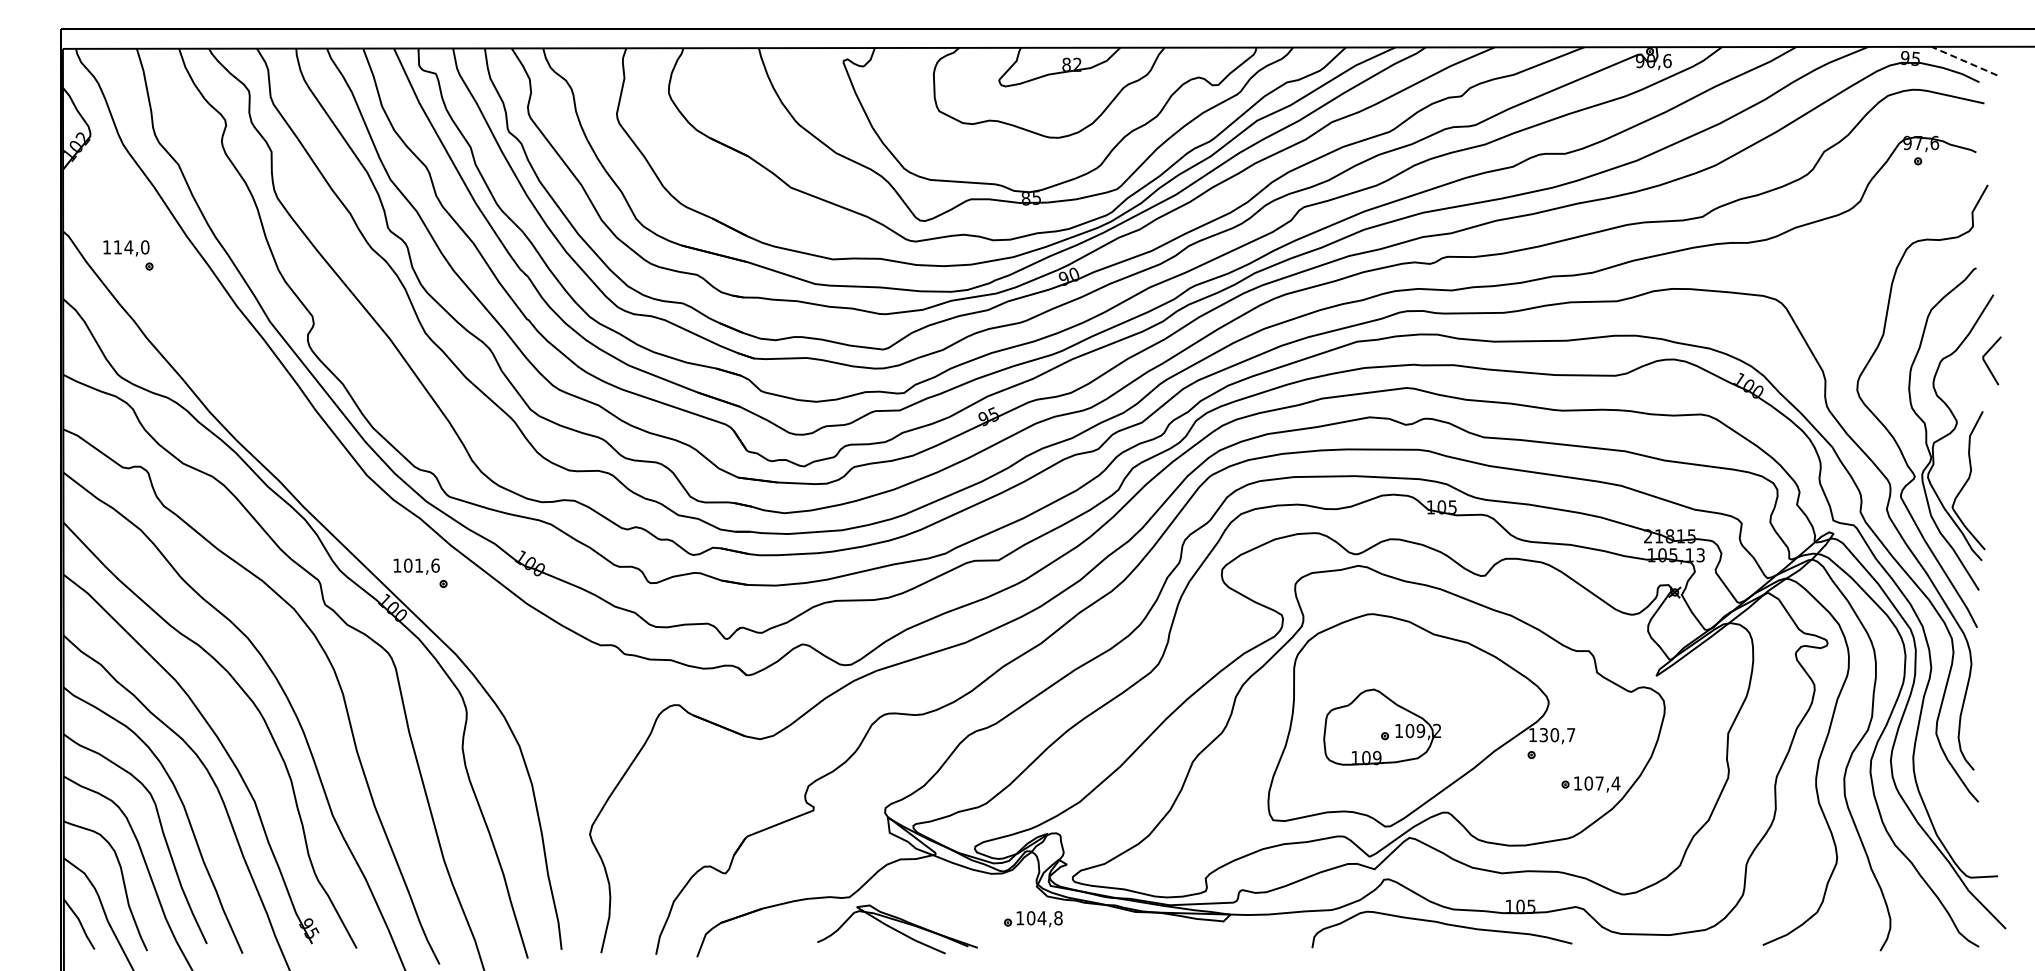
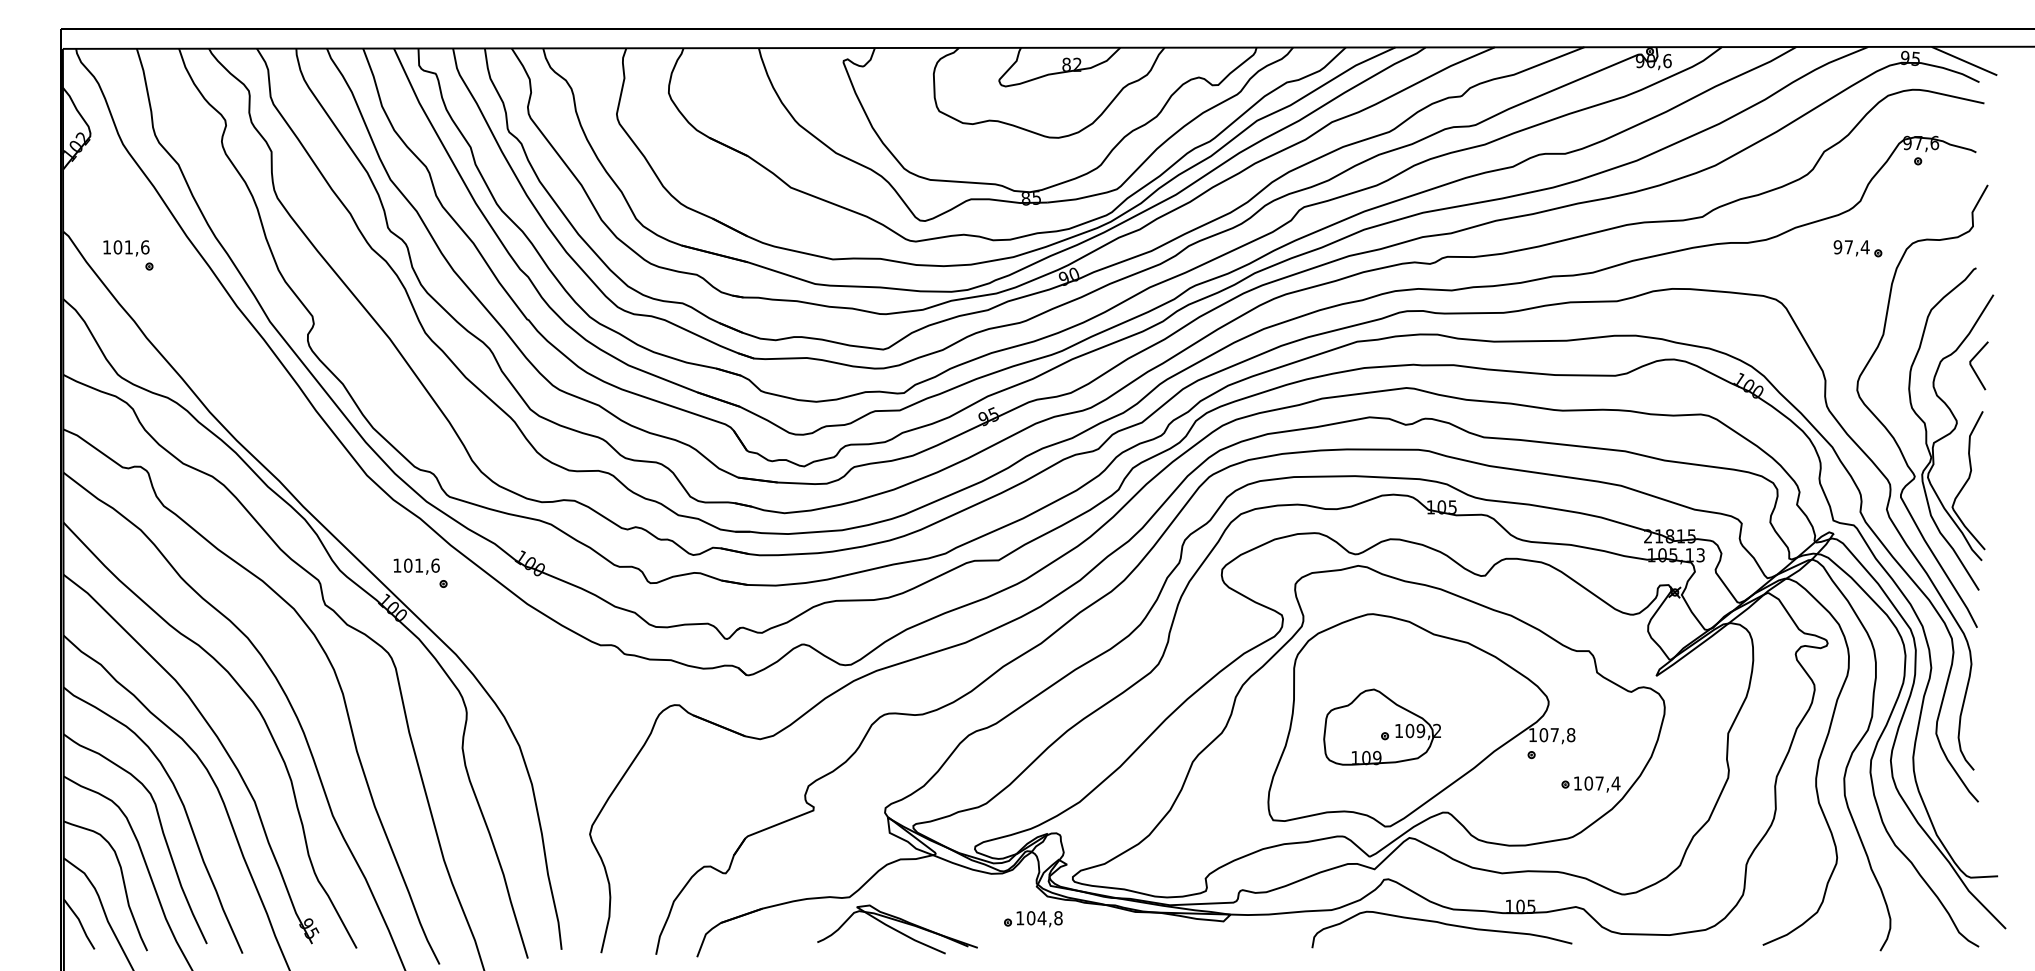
line at (1964, 61): dashed -> solid
text at (131, 247): 114,0 -> 101,6
part at (1857, 248): none -> present
line at (1986, 362) position: (1986, 362) -> (1973, 367)
text at (1557, 735): 130,7 -> 107,8
